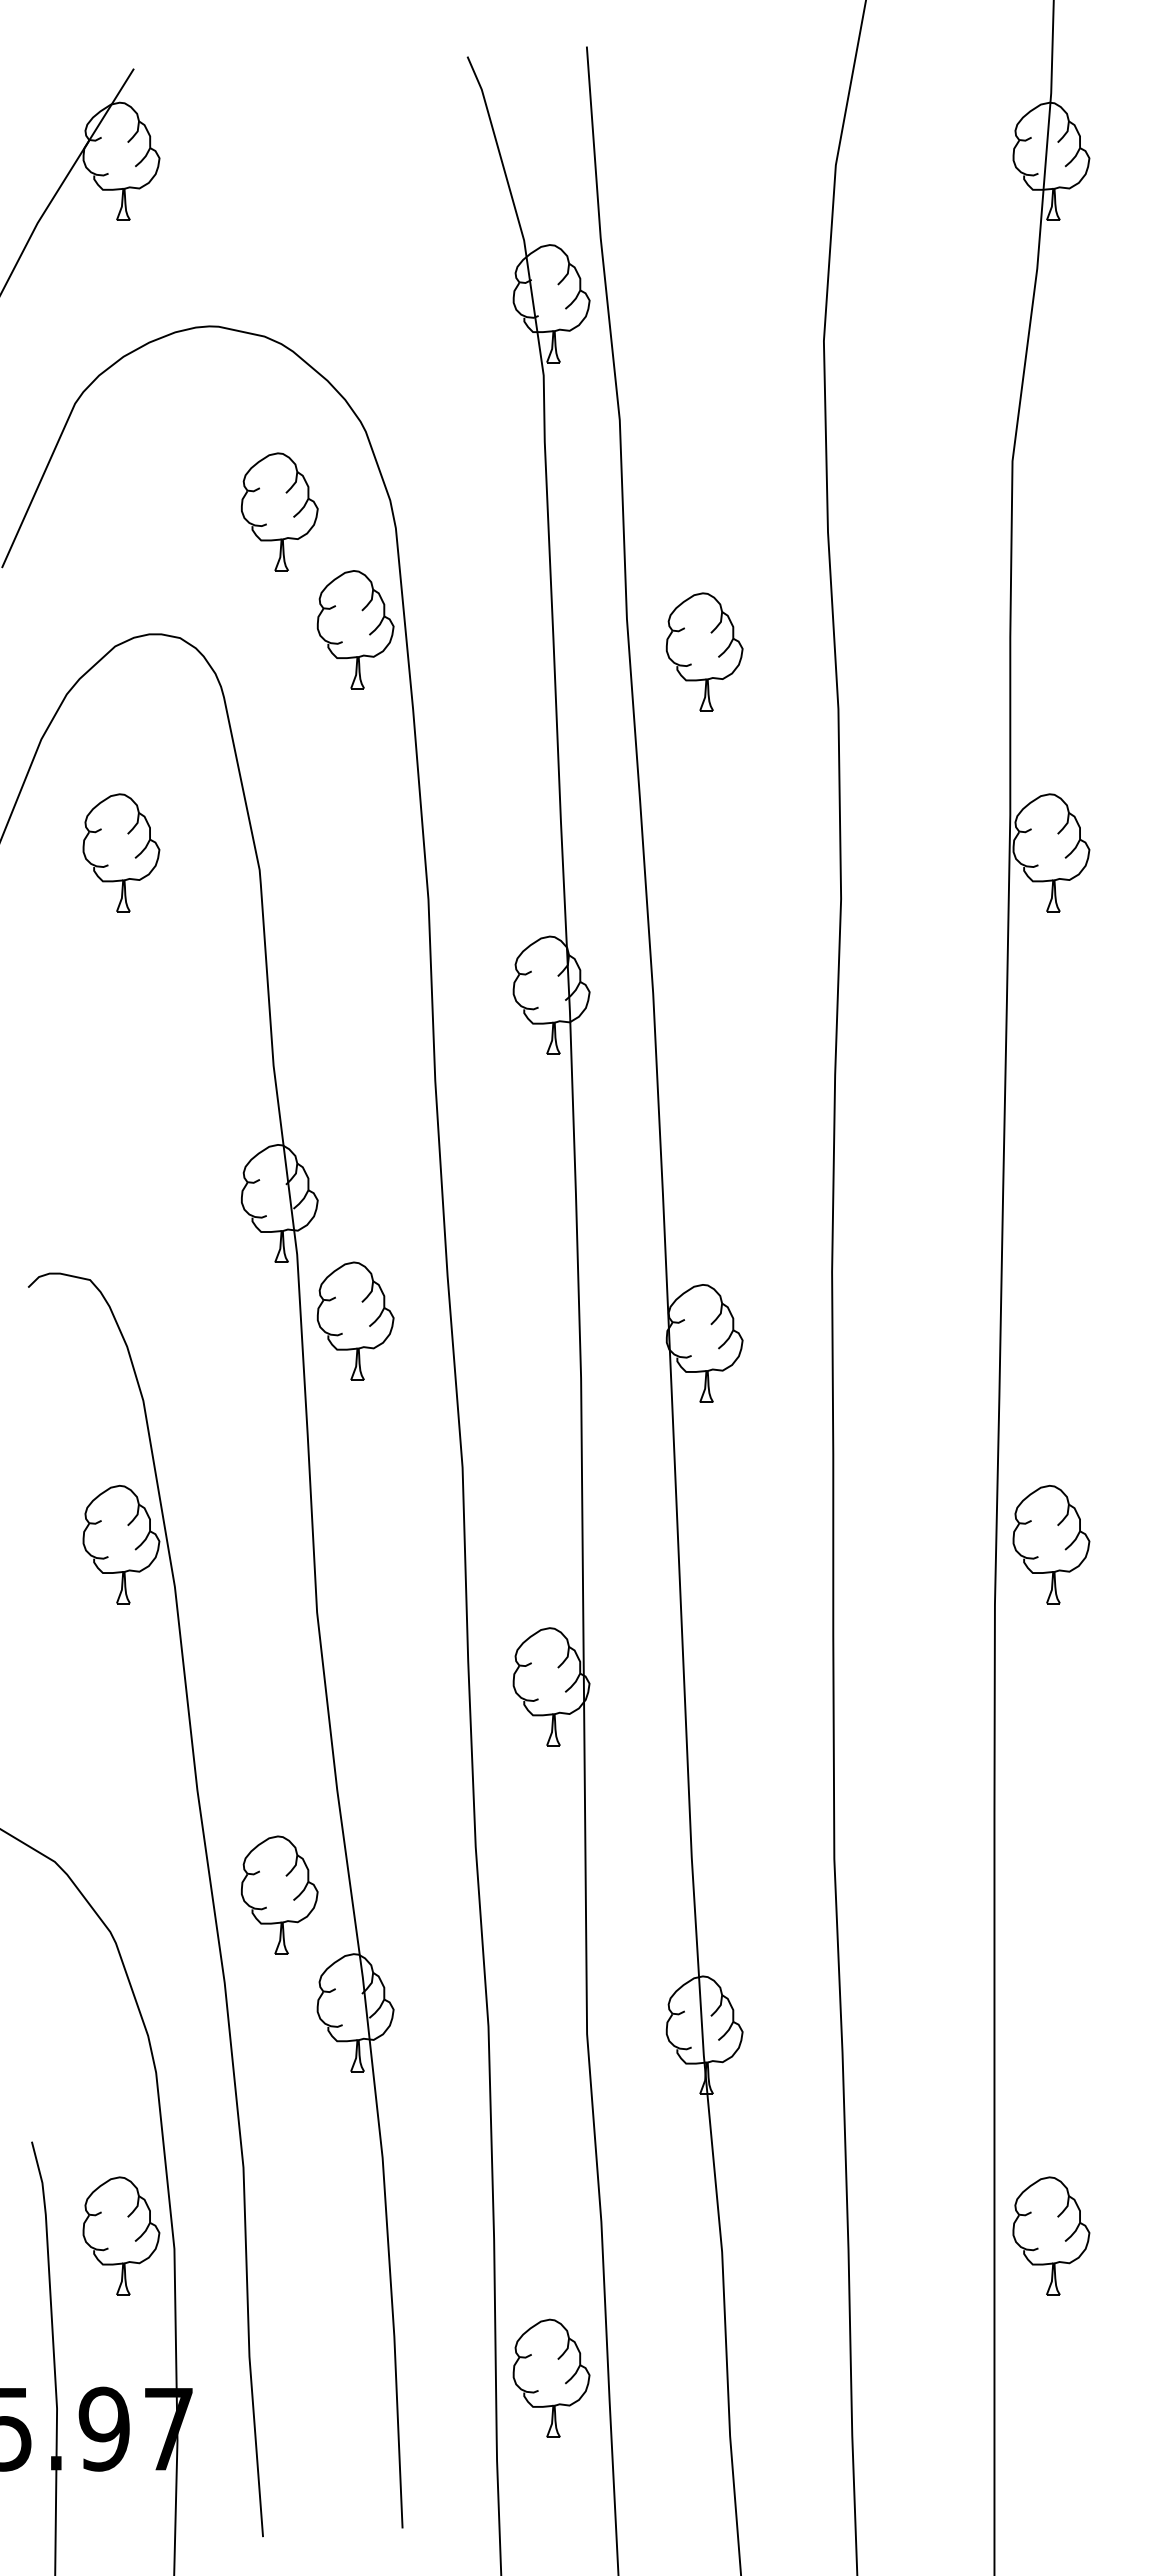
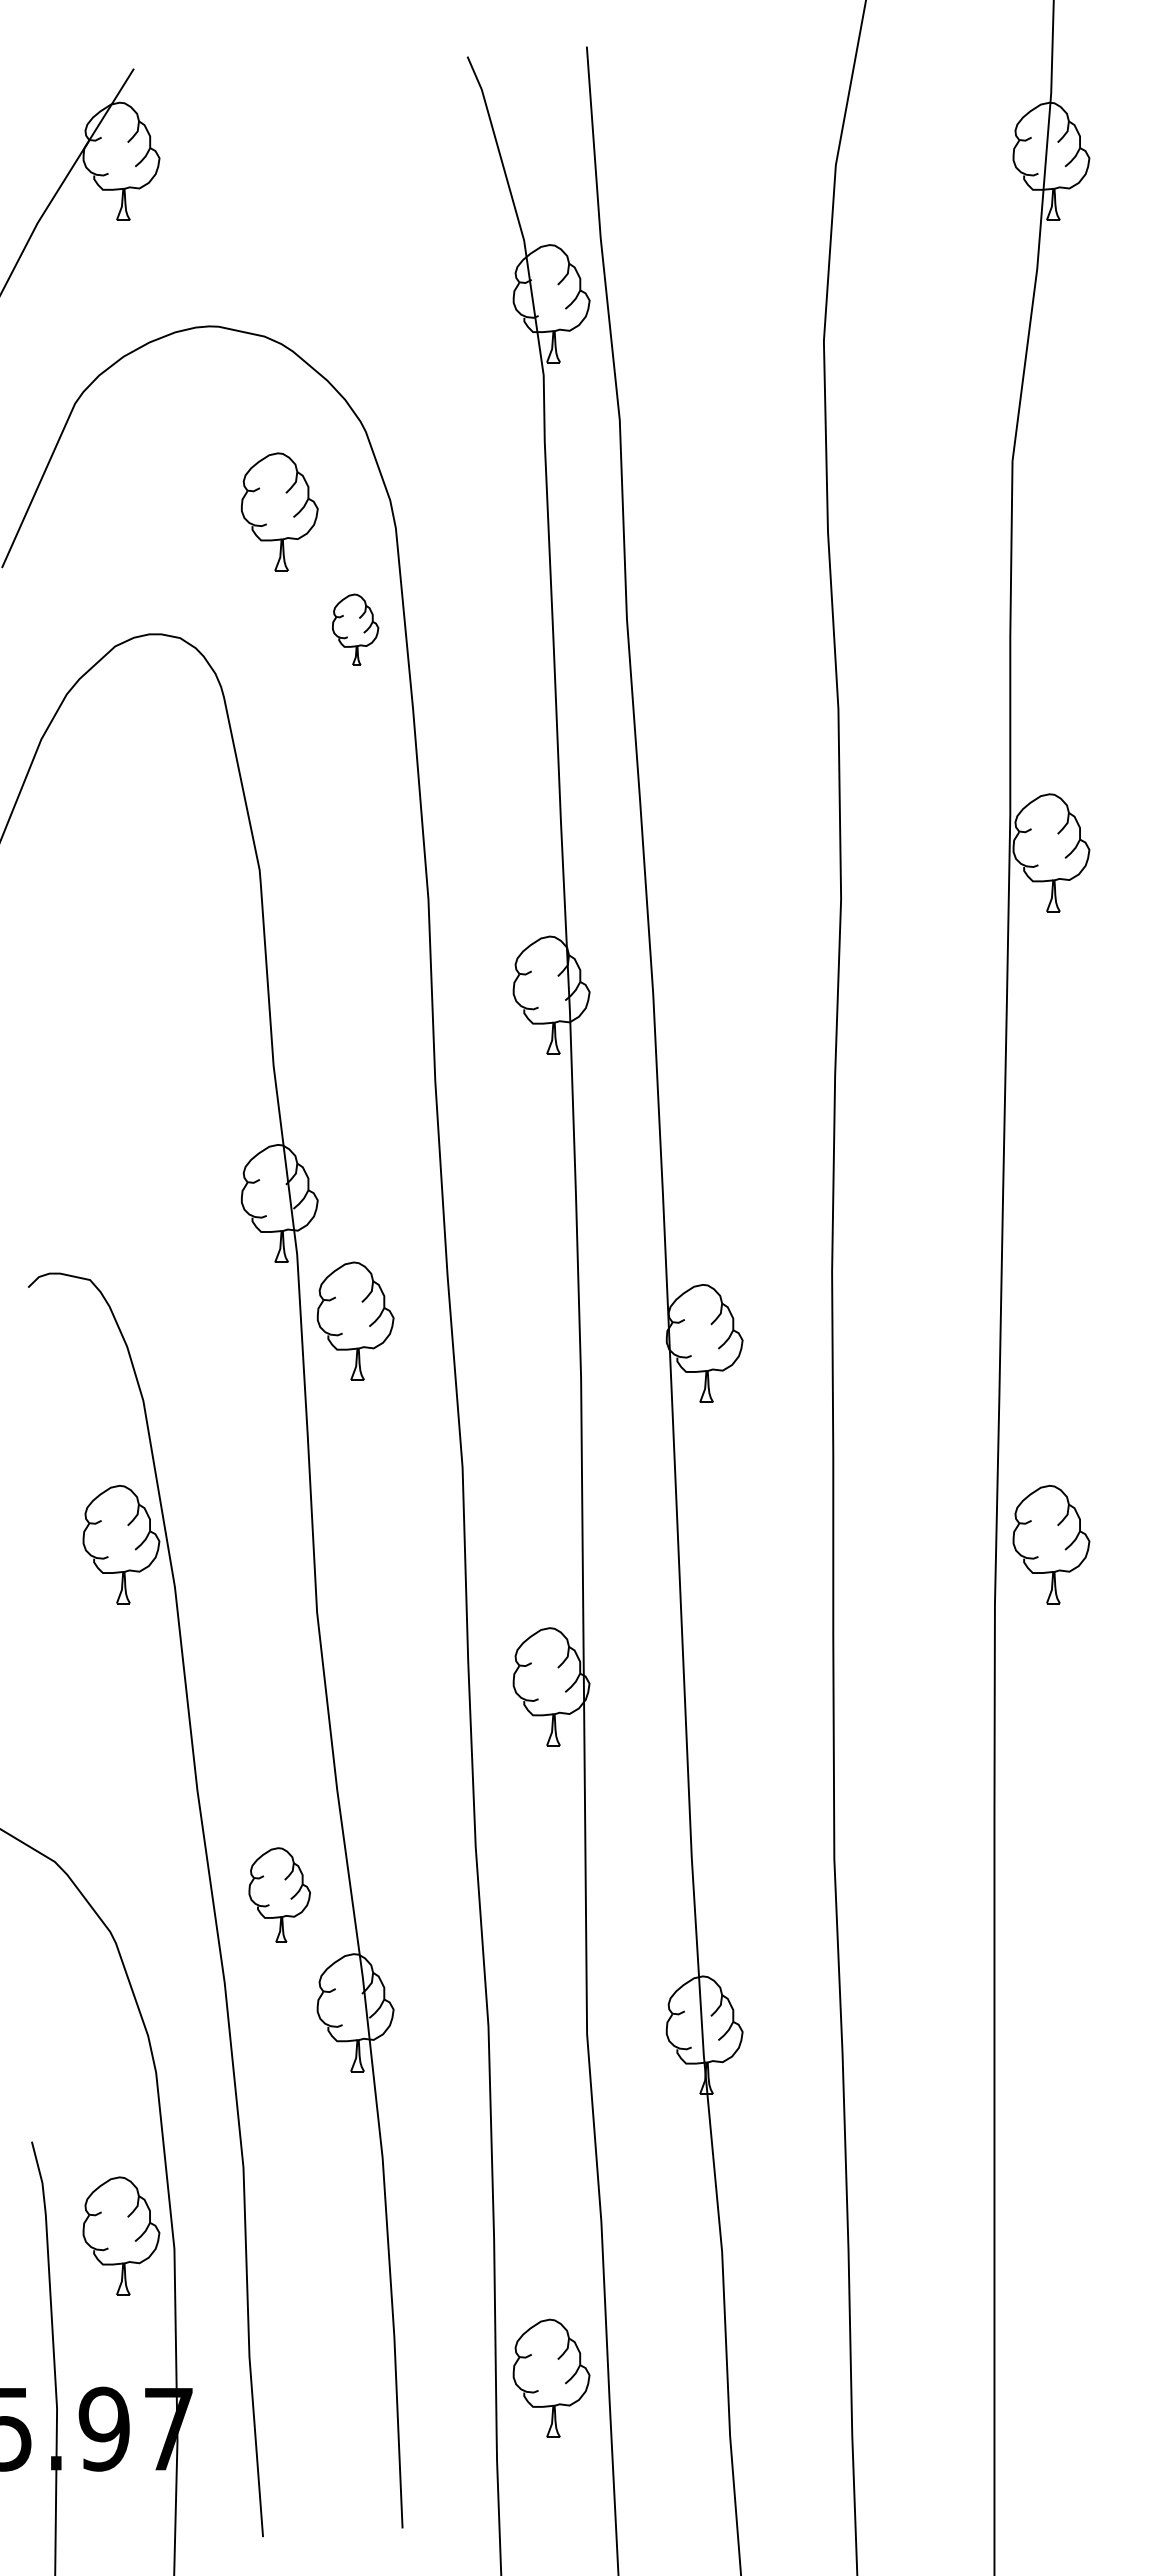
part at (355, 629) size: 79x120 px -> 48x73 px
part at (704, 651): present -> none
part at (121, 852): present -> none
part at (279, 1894) size: 78x120 px -> 63x96 px
part at (1051, 2235): present -> none
